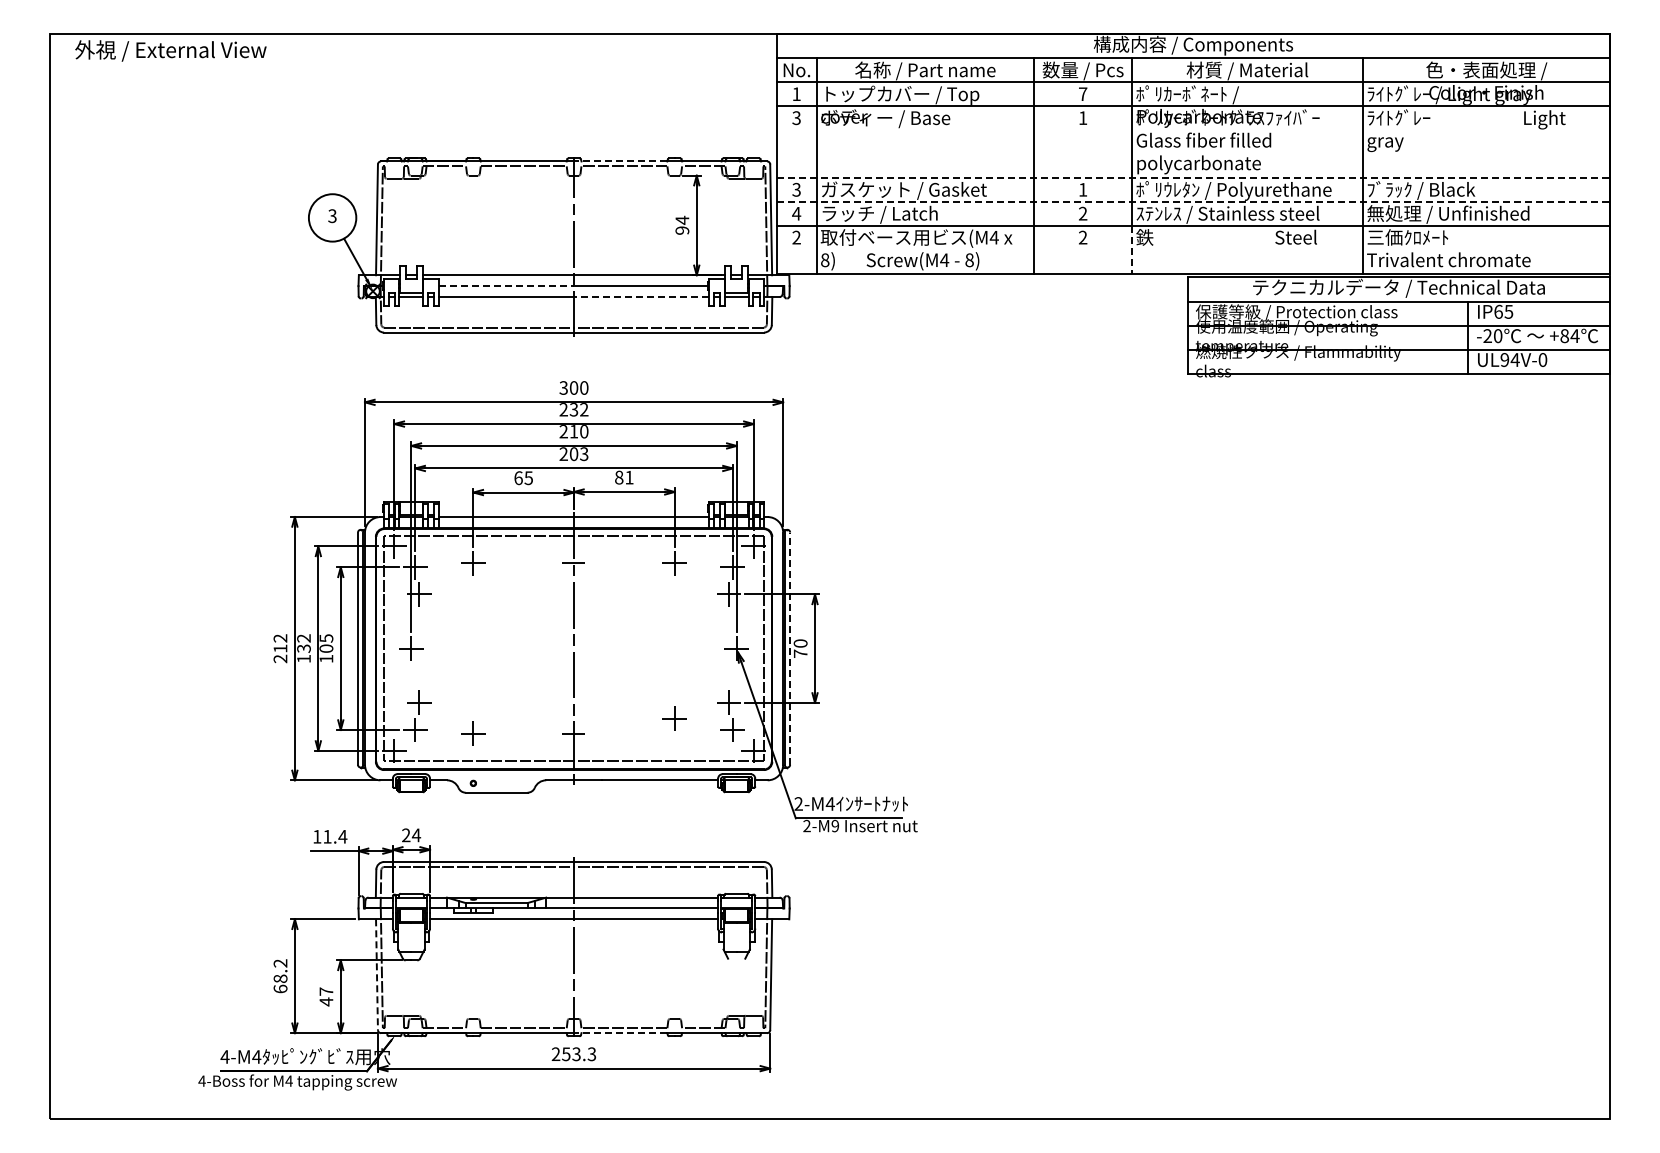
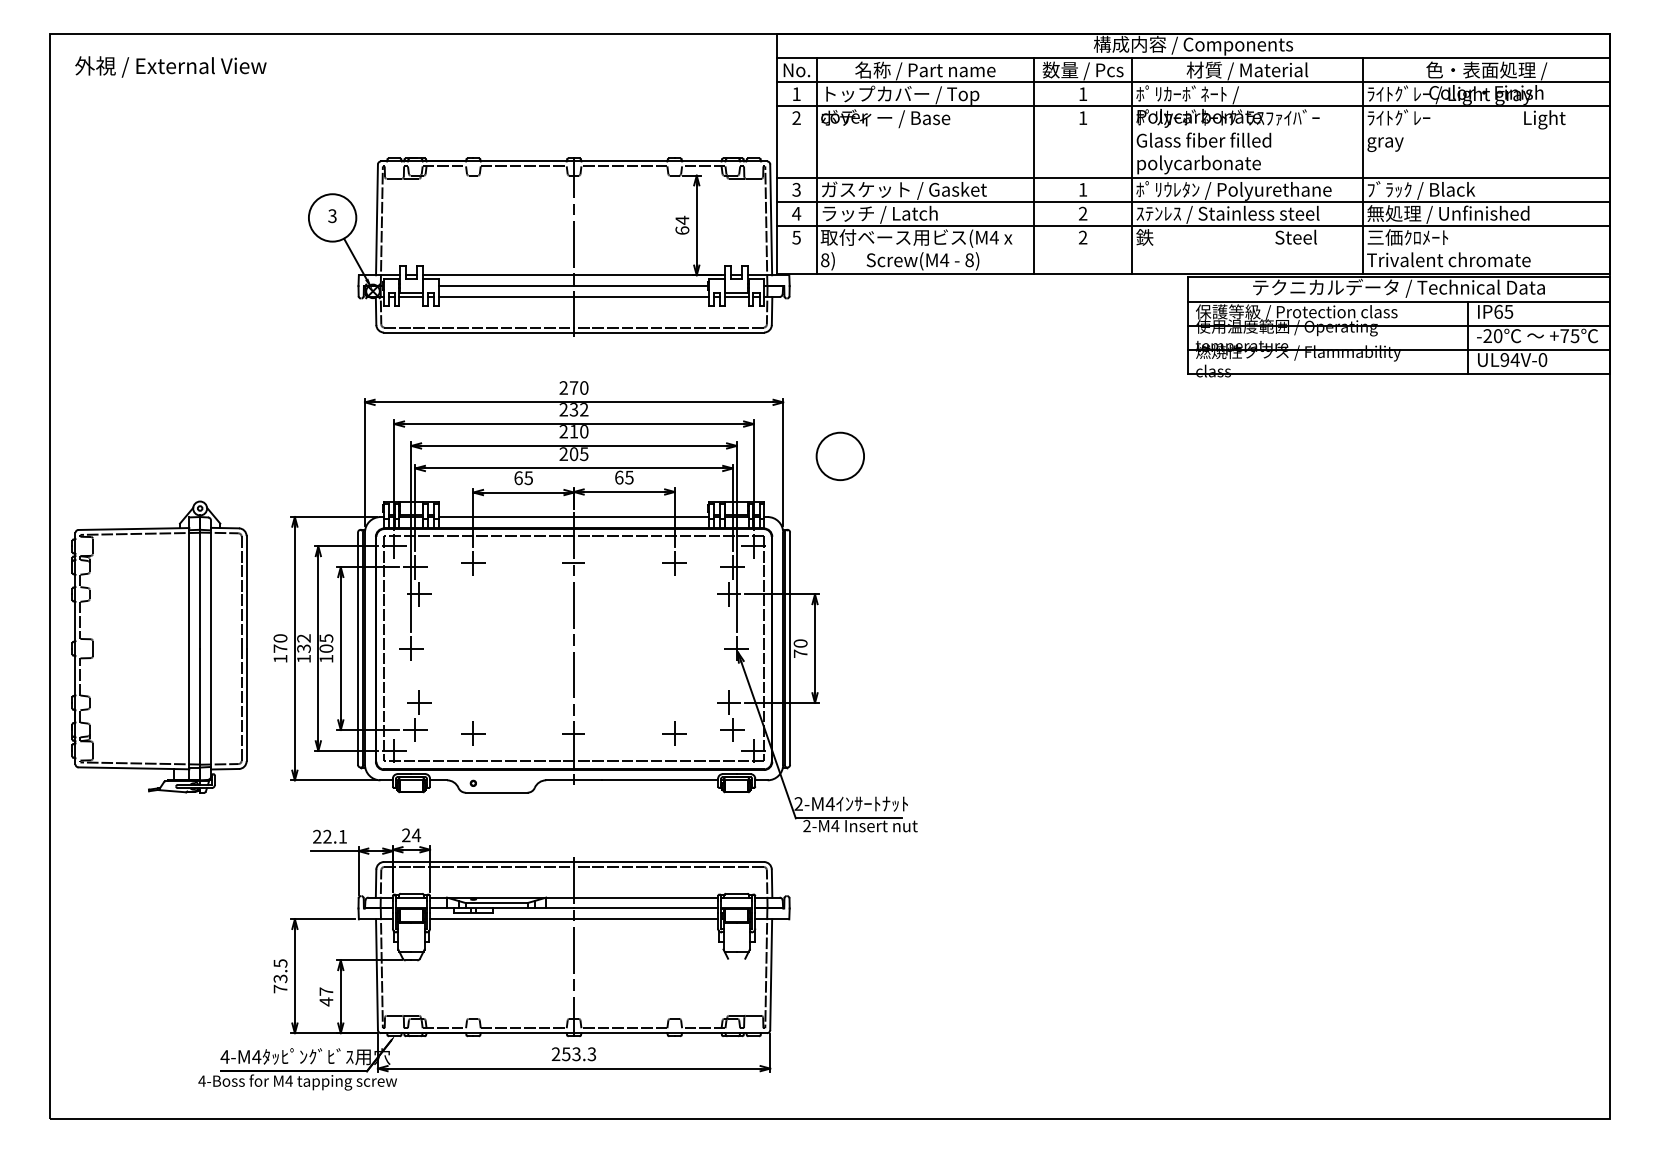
text at (170, 50) position: (170, 50) -> (170, 66)
text at (1083, 93): 7 -> 1
text at (796, 118): 3 -> 2
line at (620, 161): dashed -> solid
line at (1193, 177): dashed -> solid
line at (1193, 201): dashed -> solid
text at (682, 230): 94 -> 64
text at (796, 237): 2 -> 5
line at (1132, 249): dashed -> solid
line at (506, 286): dashed -> solid
line at (641, 296): dashed -> solid
text at (1569, 336): +84 -> +75
text at (568, 387): 300 -> 270
text at (584, 453): 203 -> 205
circle at (839, 455): none -> present
text at (624, 477): 81 -> 65
part at (159, 646): none -> present
text at (280, 648): 212 -> 170
line at (790, 648): dashed -> solid
part at (674, 718) position: (674, 718) -> (674, 733)
text at (835, 825): 2-M9 -> 2-M4
text at (330, 836): 11.4 -> 22.1
line at (377, 975): dashed -> solid
text at (280, 976): 68.2 -> 73.5
line at (620, 1033): dashed -> solid
